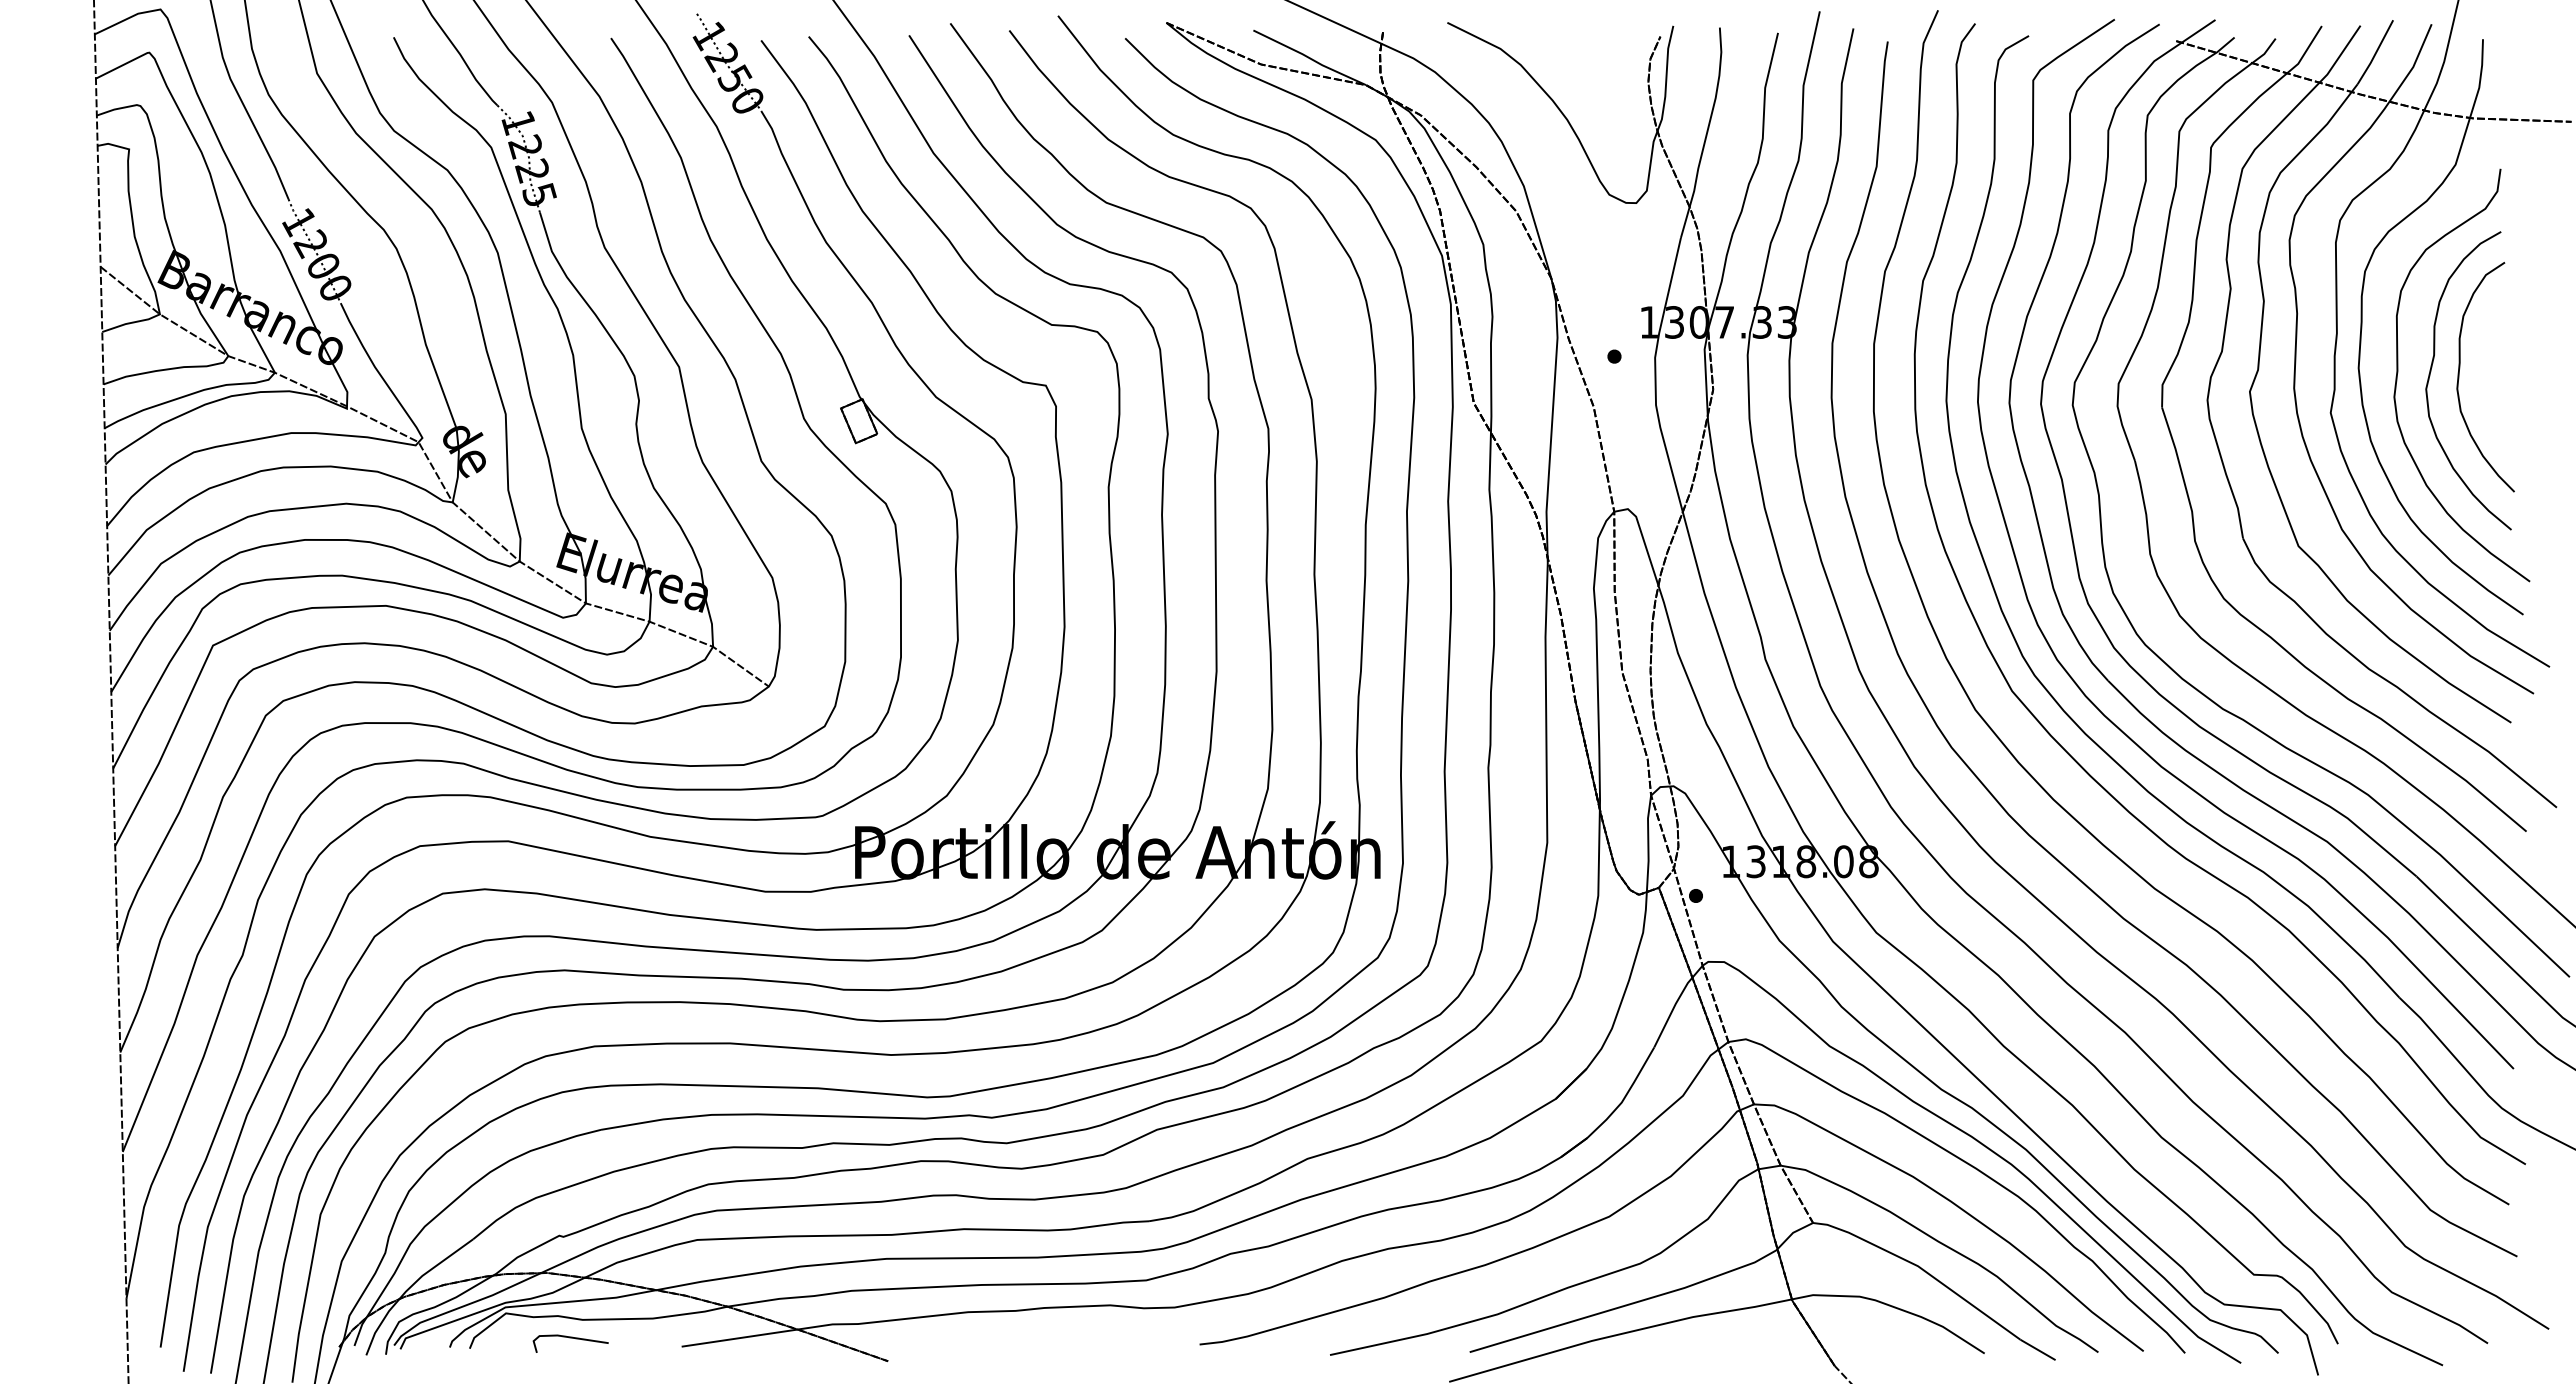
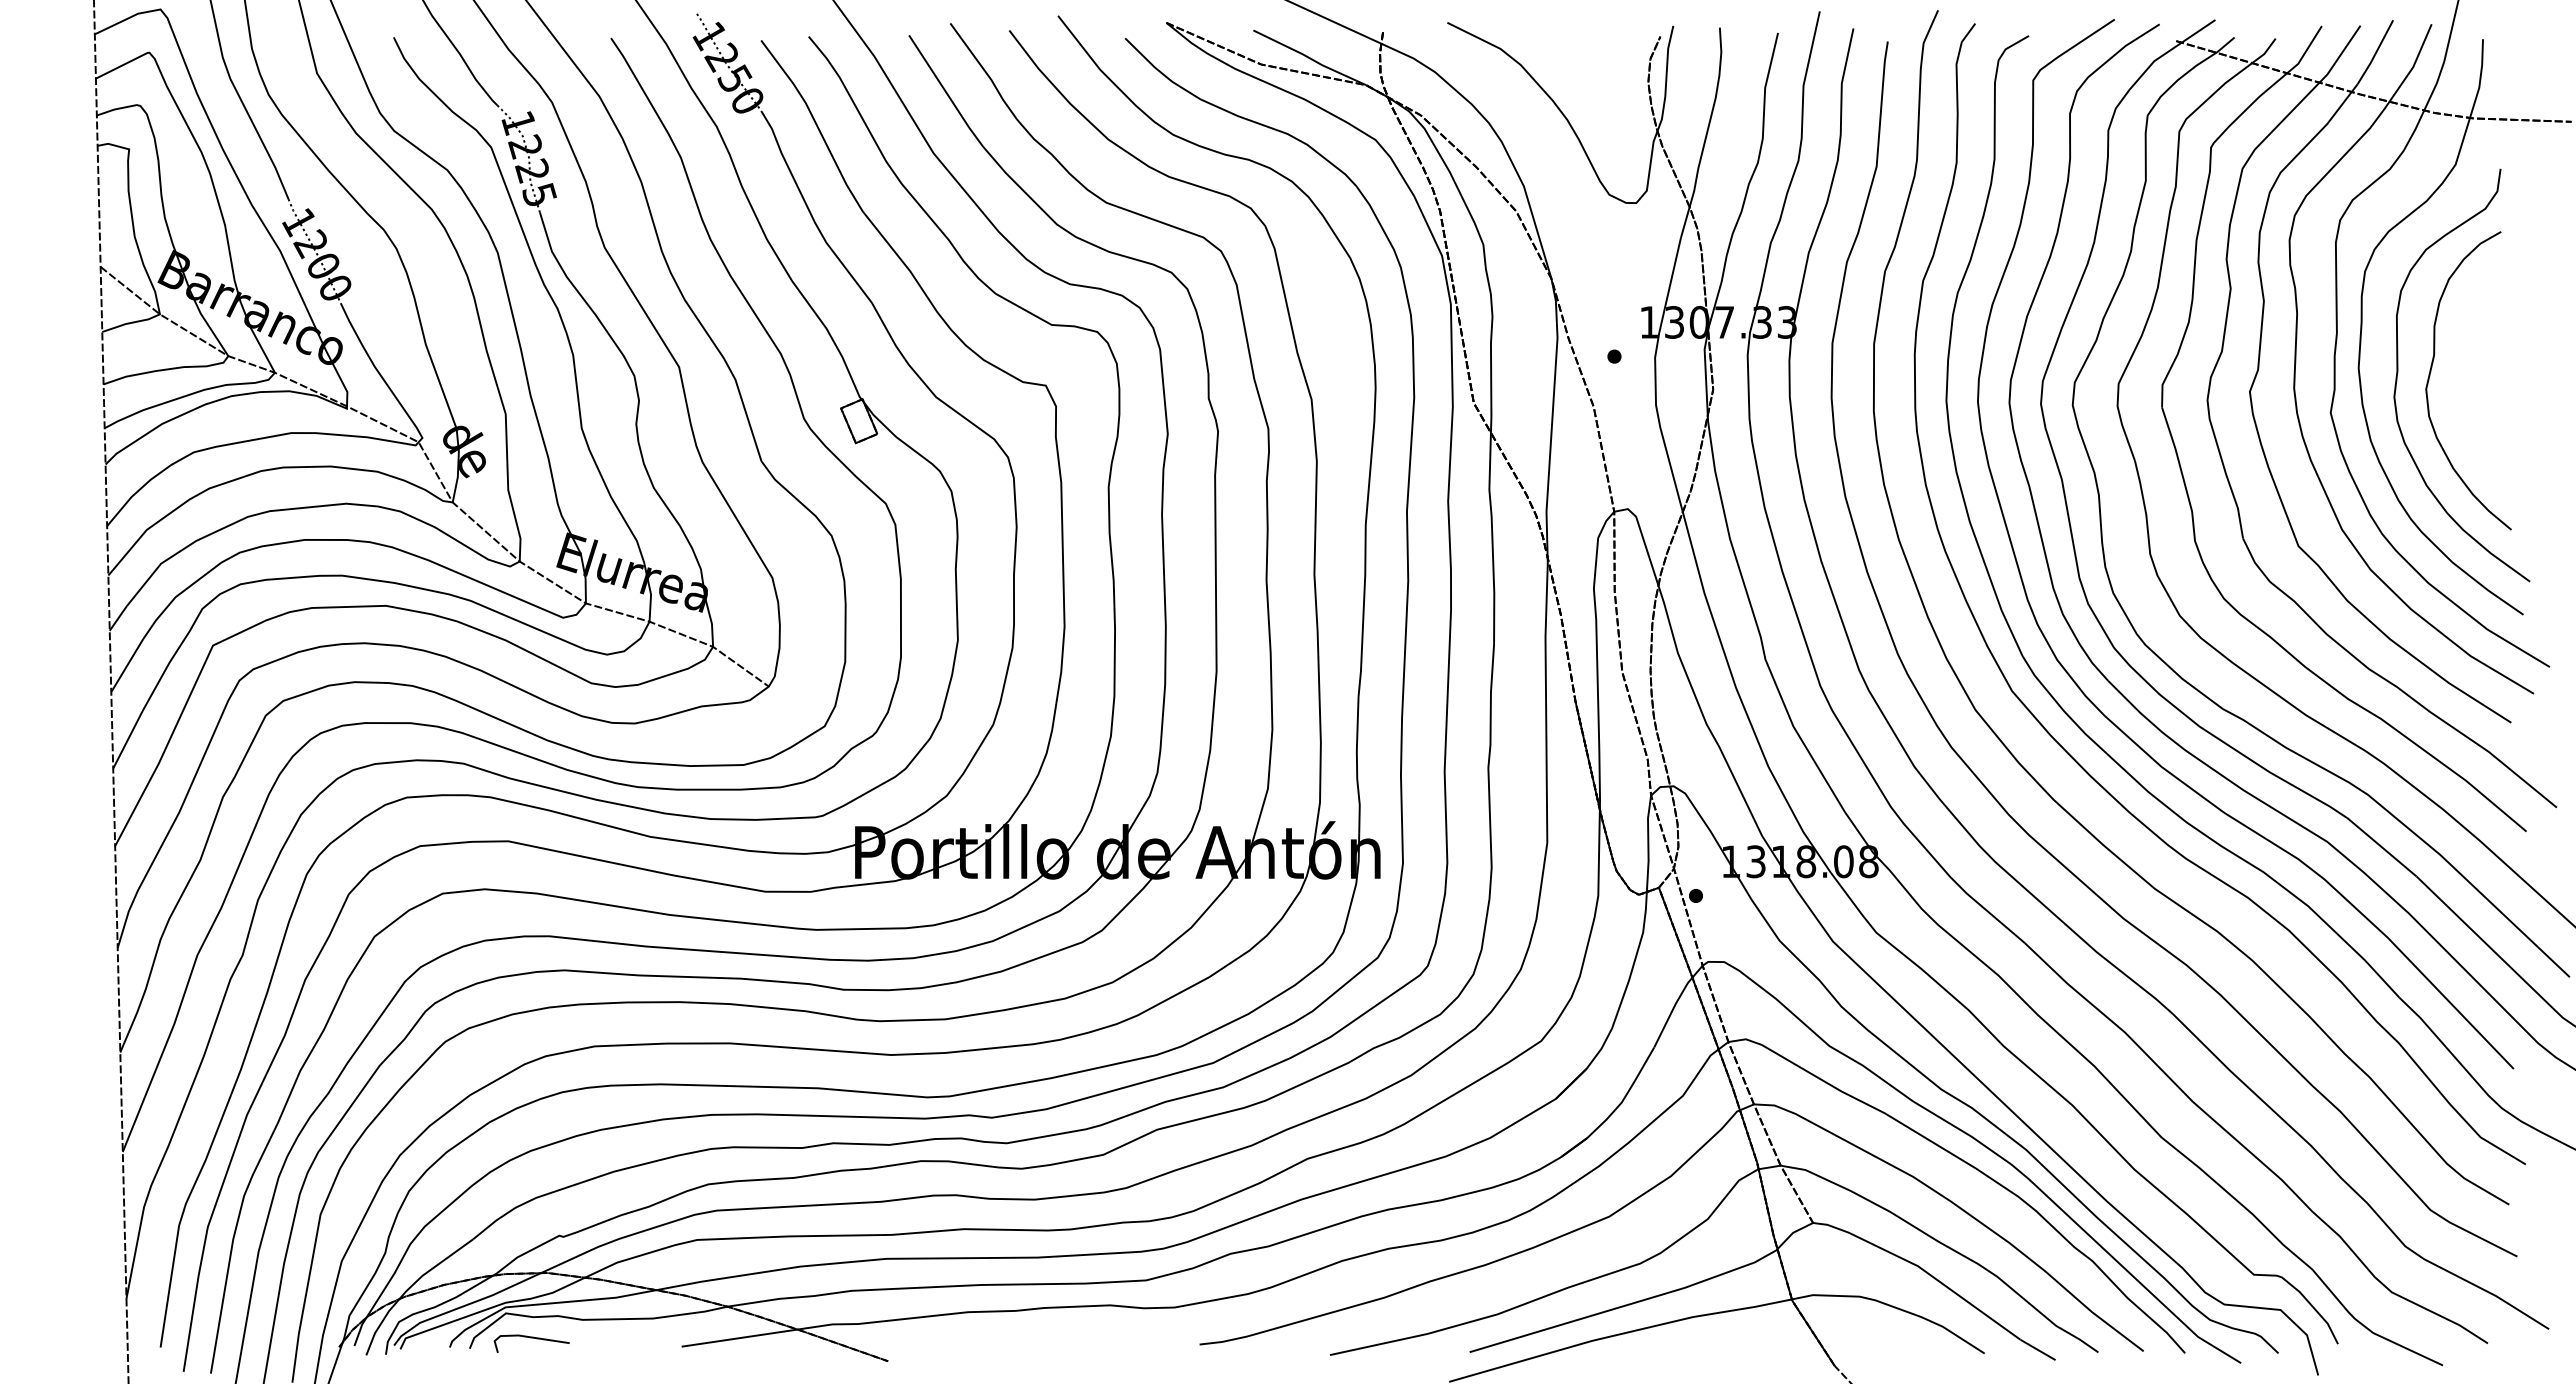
curve at (2459, 377): present -> none
line at (570, 1338) position: (570, 1338) -> (531, 1338)
